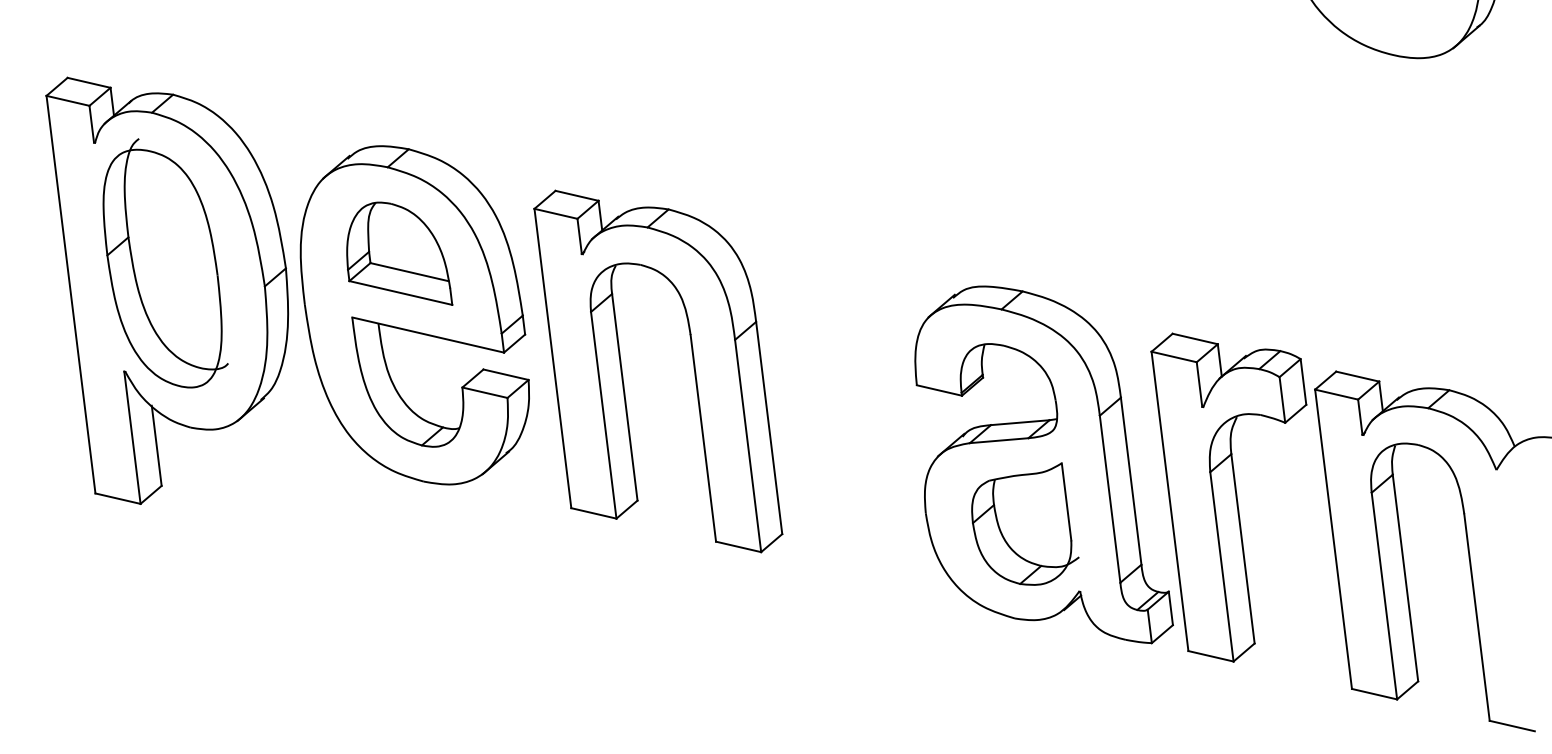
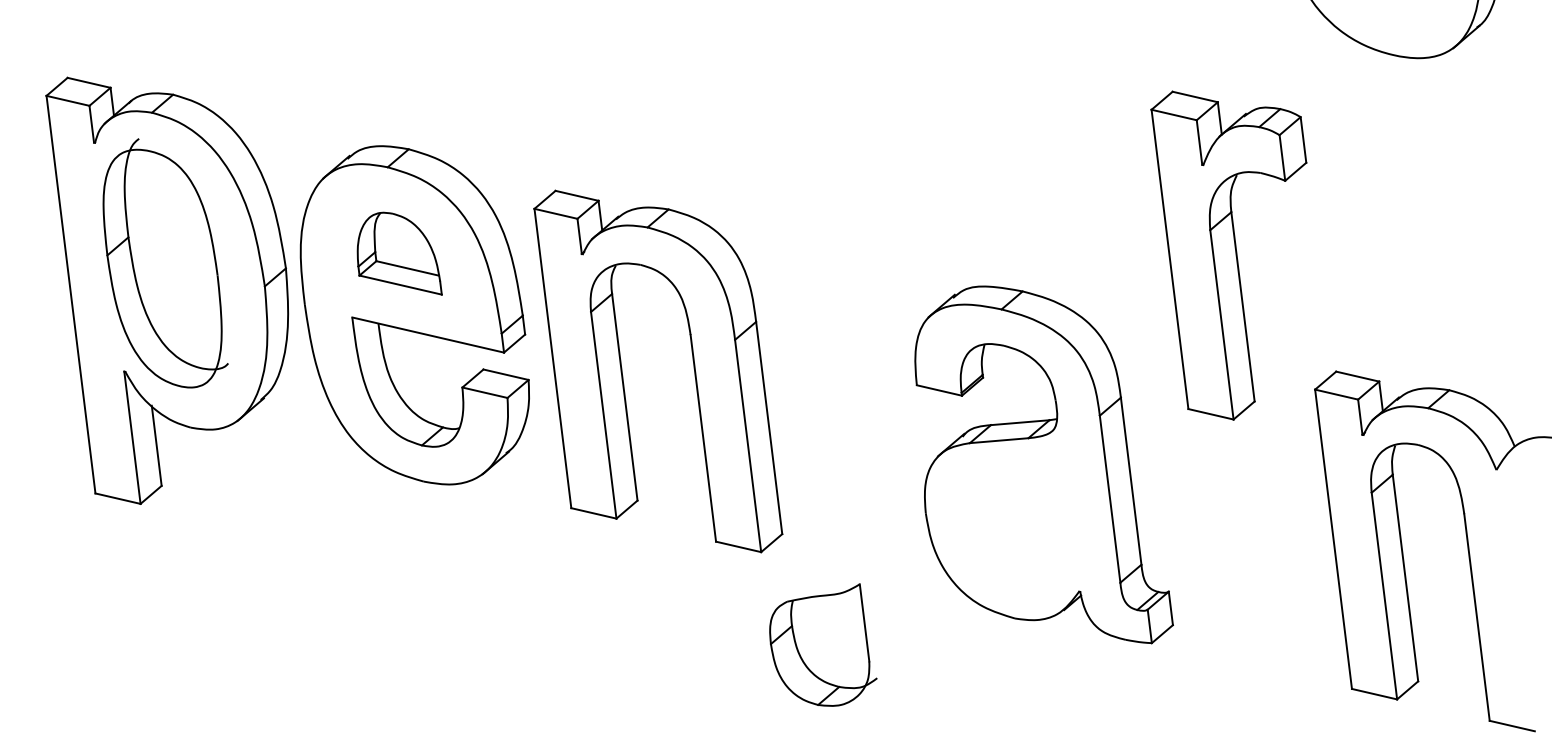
part at (399, 253) size: 108x105 px -> 87x85 px
part at (1228, 497) position: (1228, 497) -> (1228, 255)
part at (1025, 523) position: (1025, 523) -> (823, 644)
